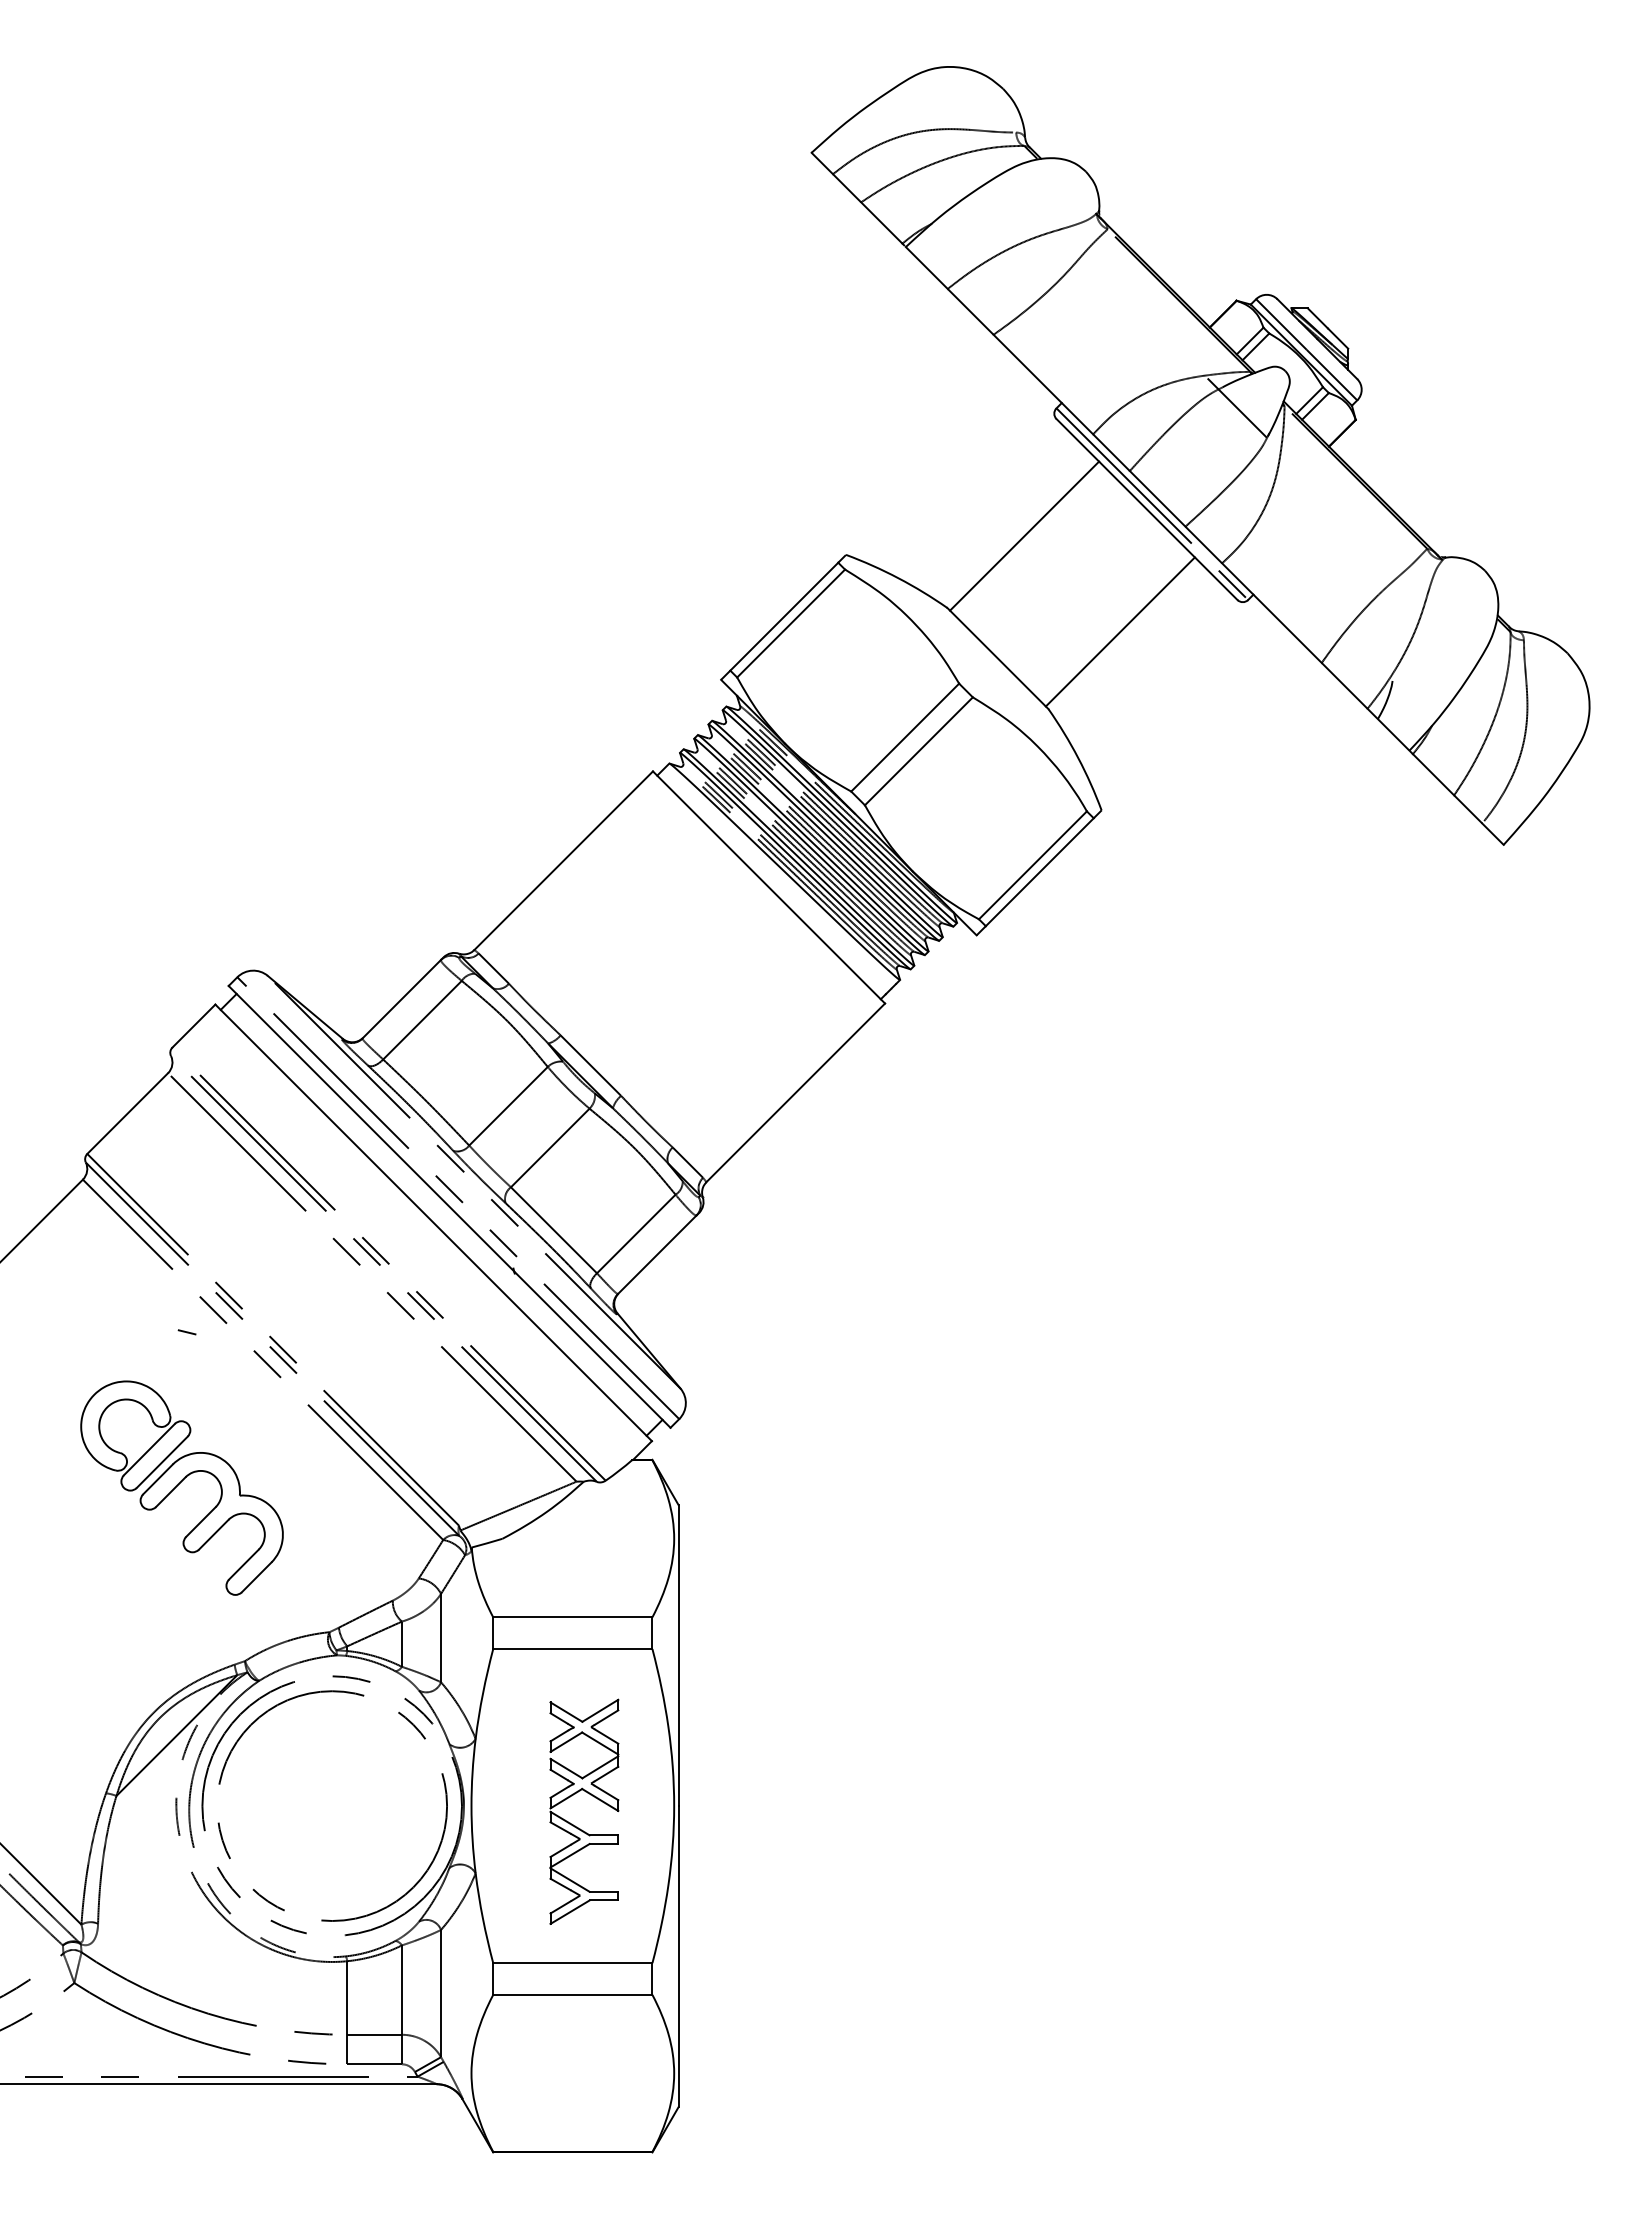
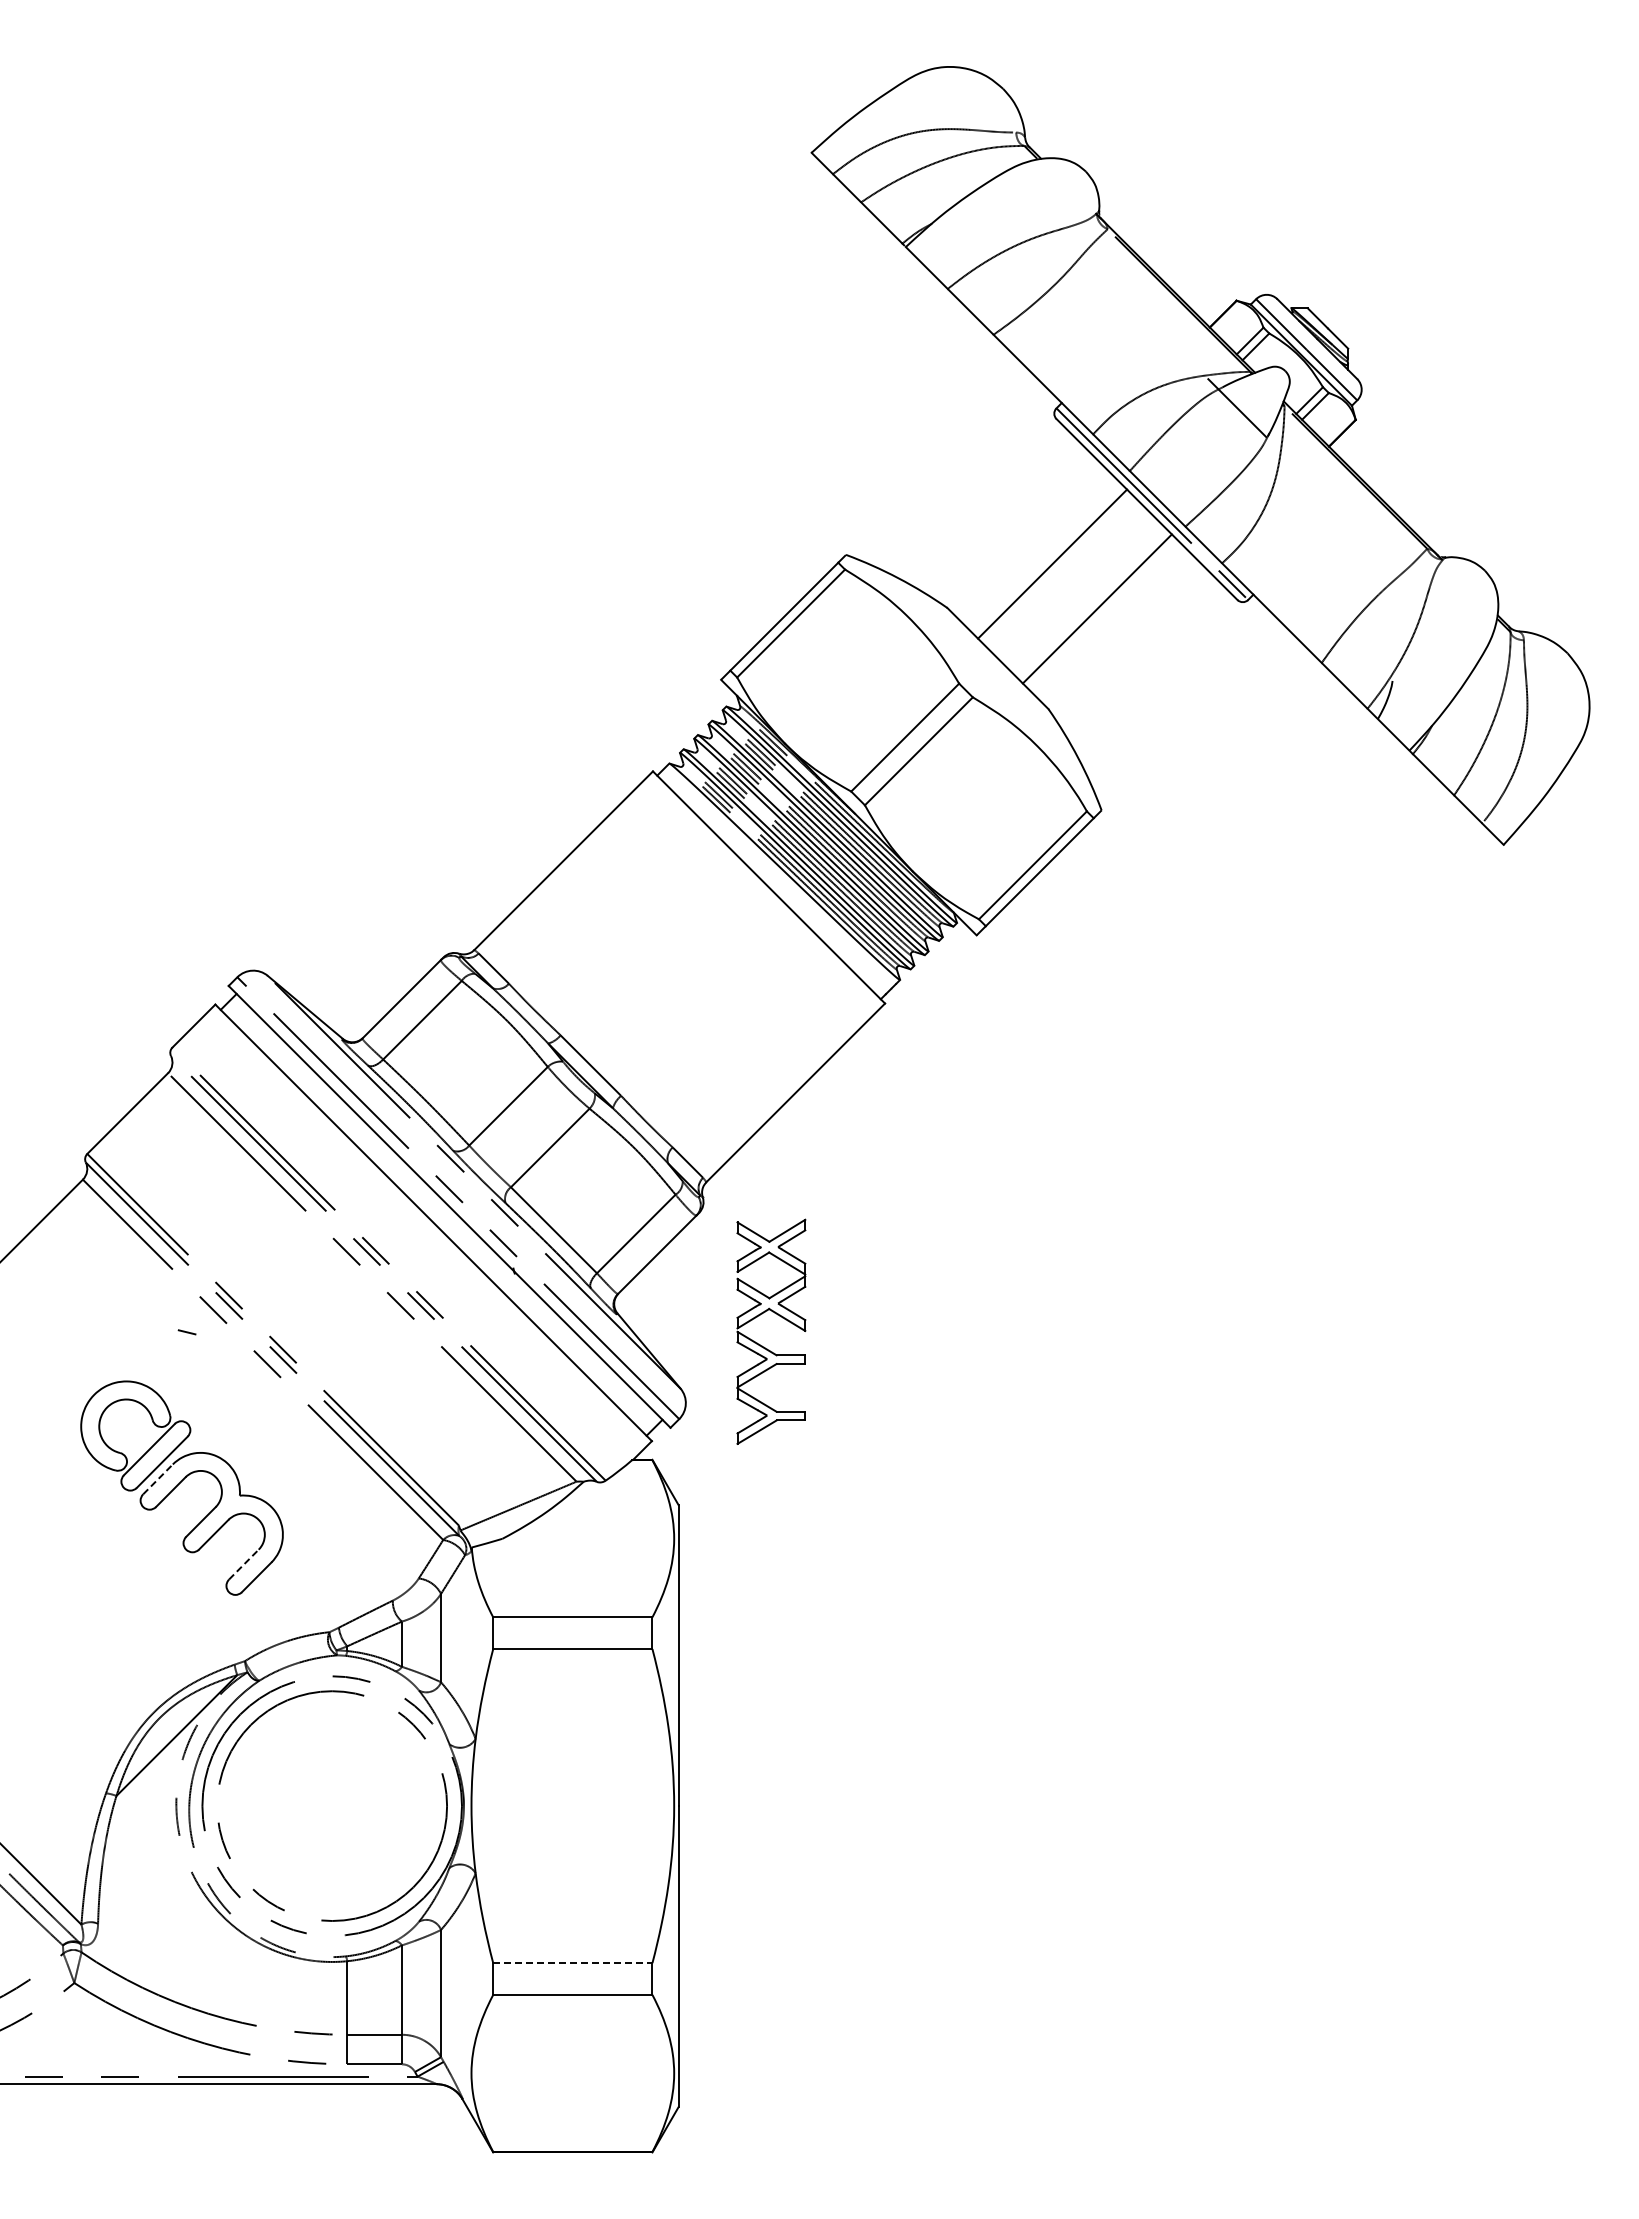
line at (1024, 535) position: (1024, 535) -> (1052, 563)
line at (1119, 631) position: (1119, 631) -> (1096, 608)
line at (158, 1479): solid -> dashed
line at (244, 1564): solid -> dashed
part at (575, 1825) position: (575, 1825) -> (762, 1345)
line at (572, 1963): solid -> dashed
